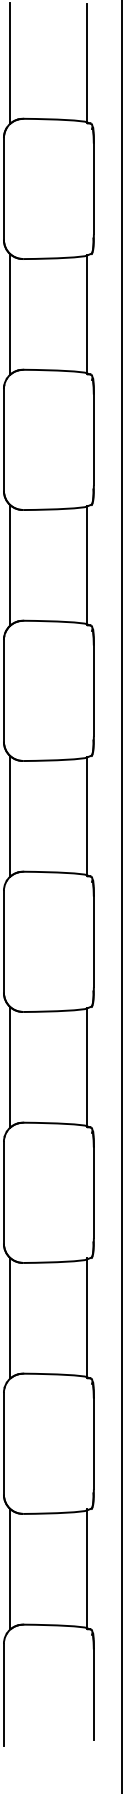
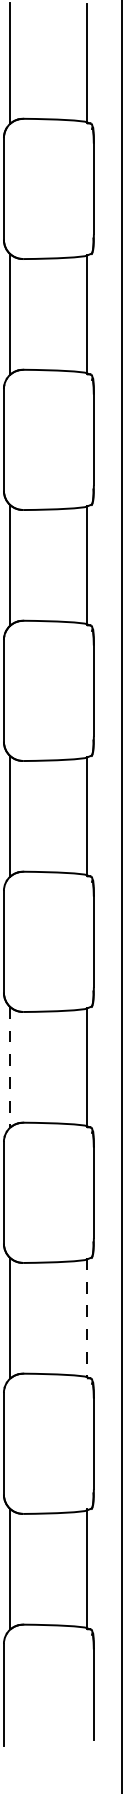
line at (10, 1067): solid -> dashed
line at (87, 1318): solid -> dashed
